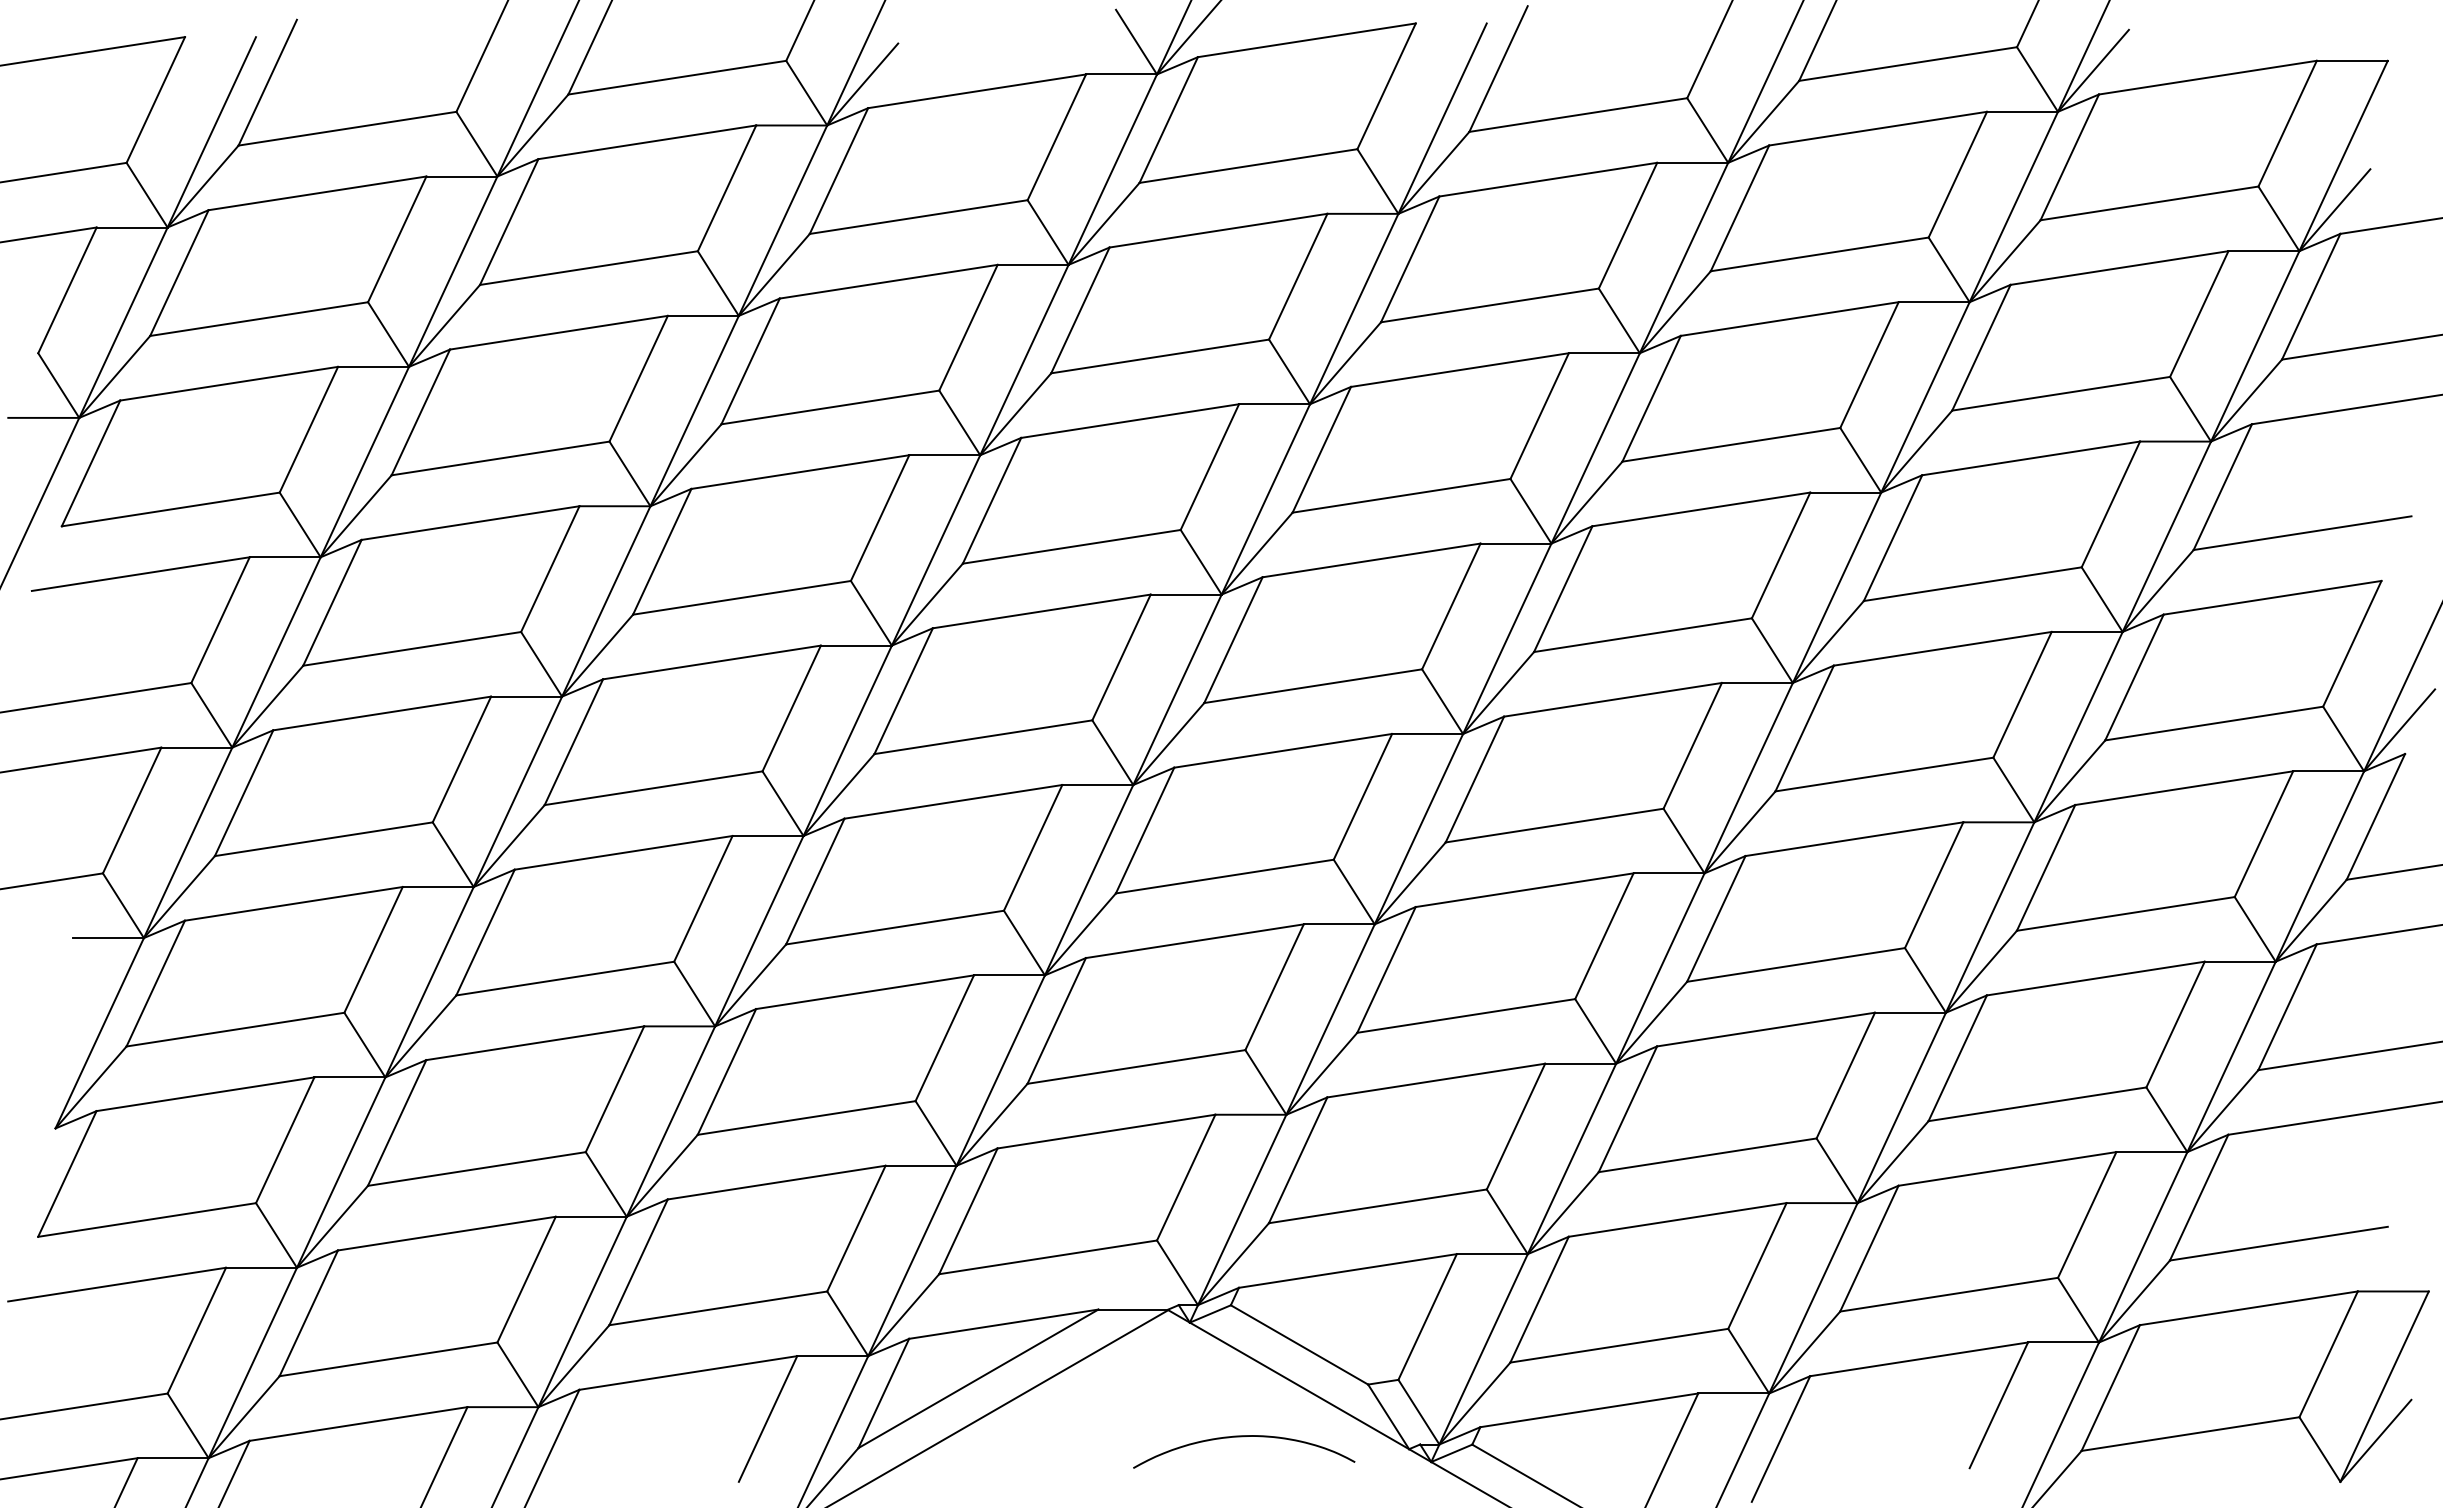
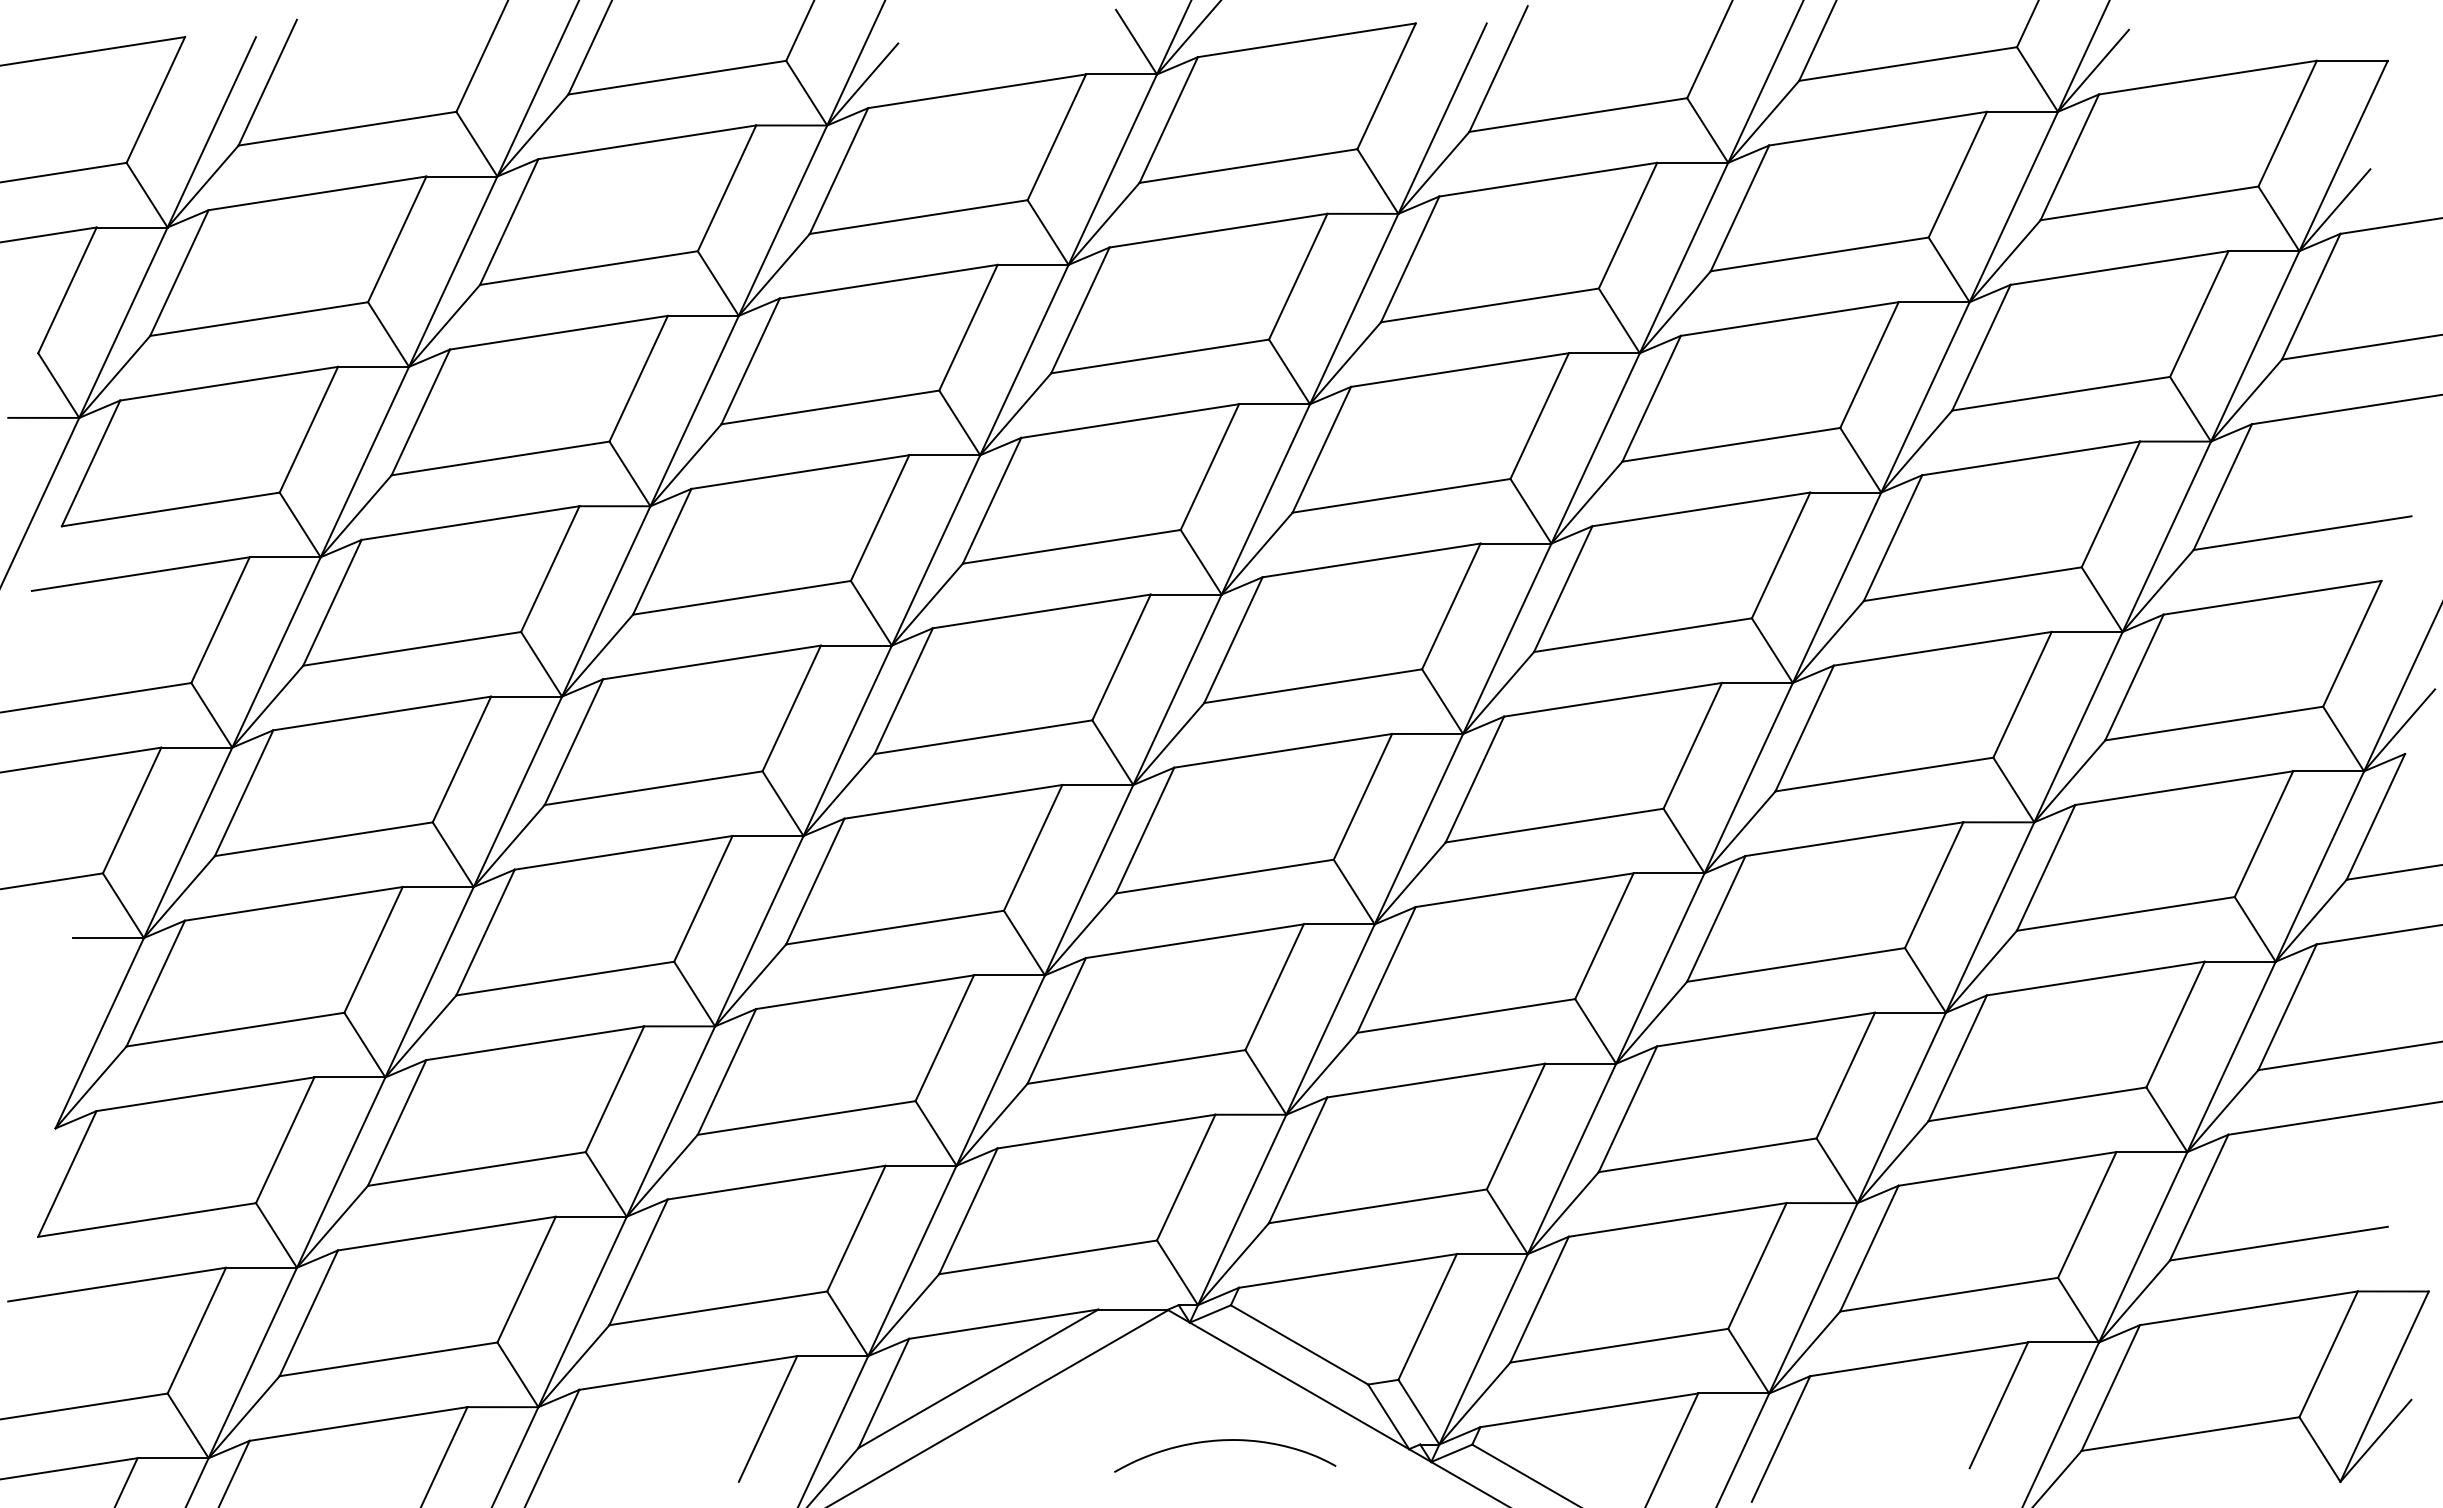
curve at (1243, 1437) position: (1243, 1437) -> (1224, 1441)
